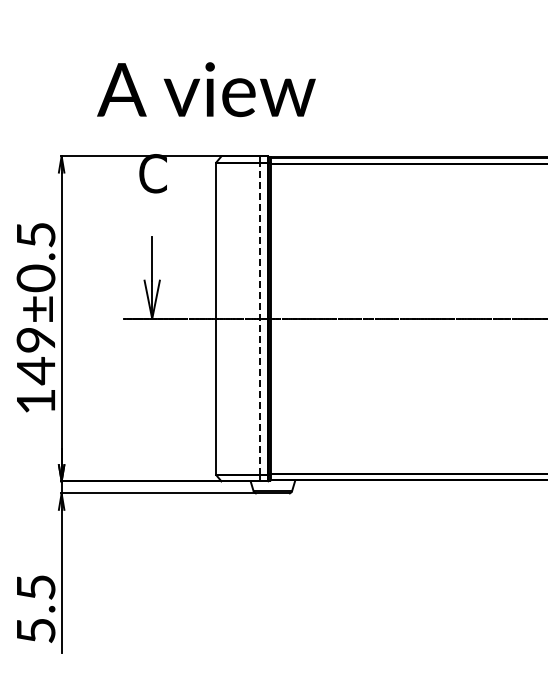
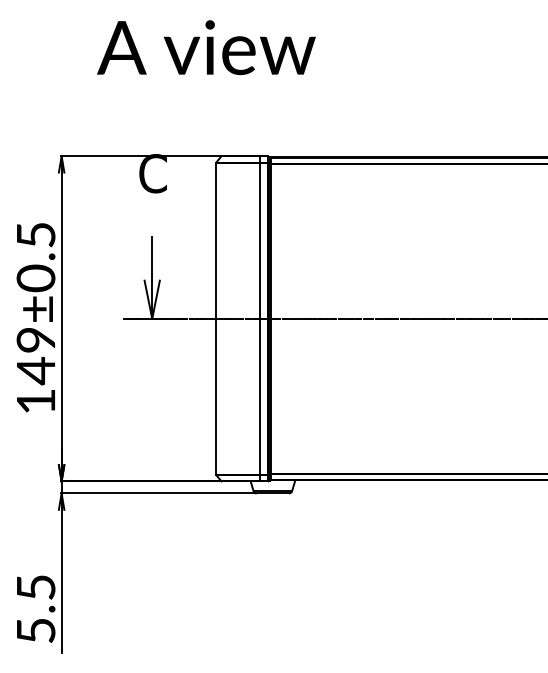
text at (206, 89) position: (206, 89) -> (206, 47)
line at (259, 318): dashed -> solid
